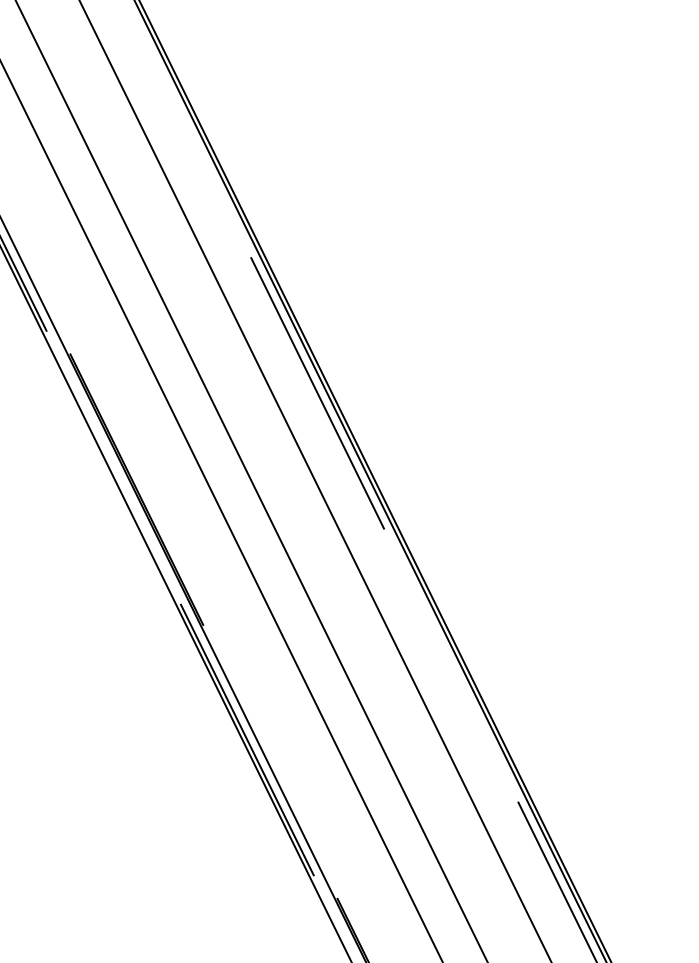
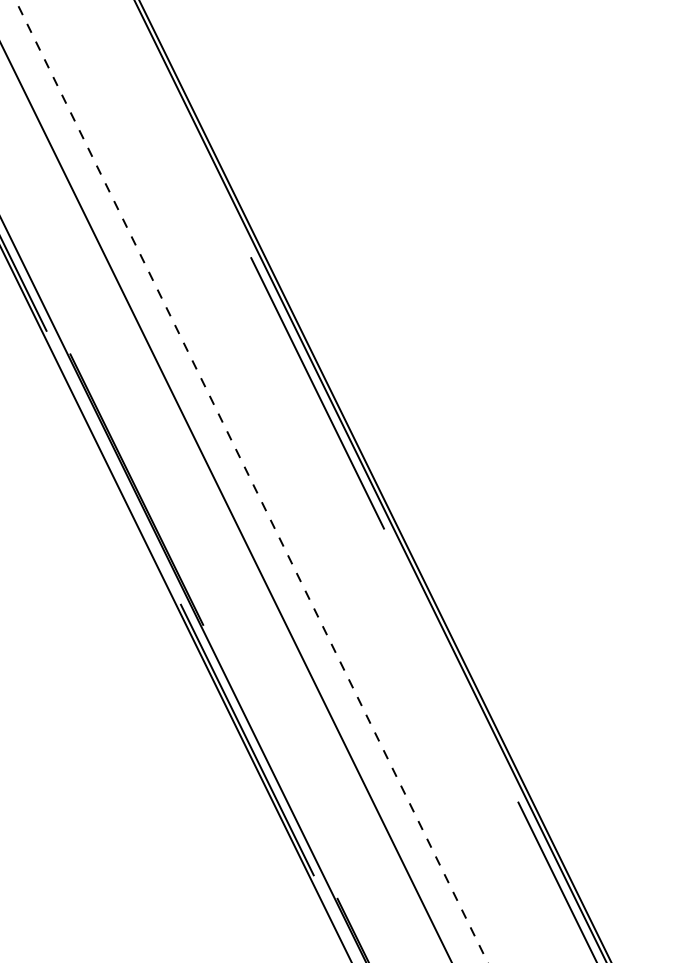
line at (315, 480): present -> none
line at (251, 481): solid -> dashed
line at (221, 511) position: (221, 511) -> (226, 502)
